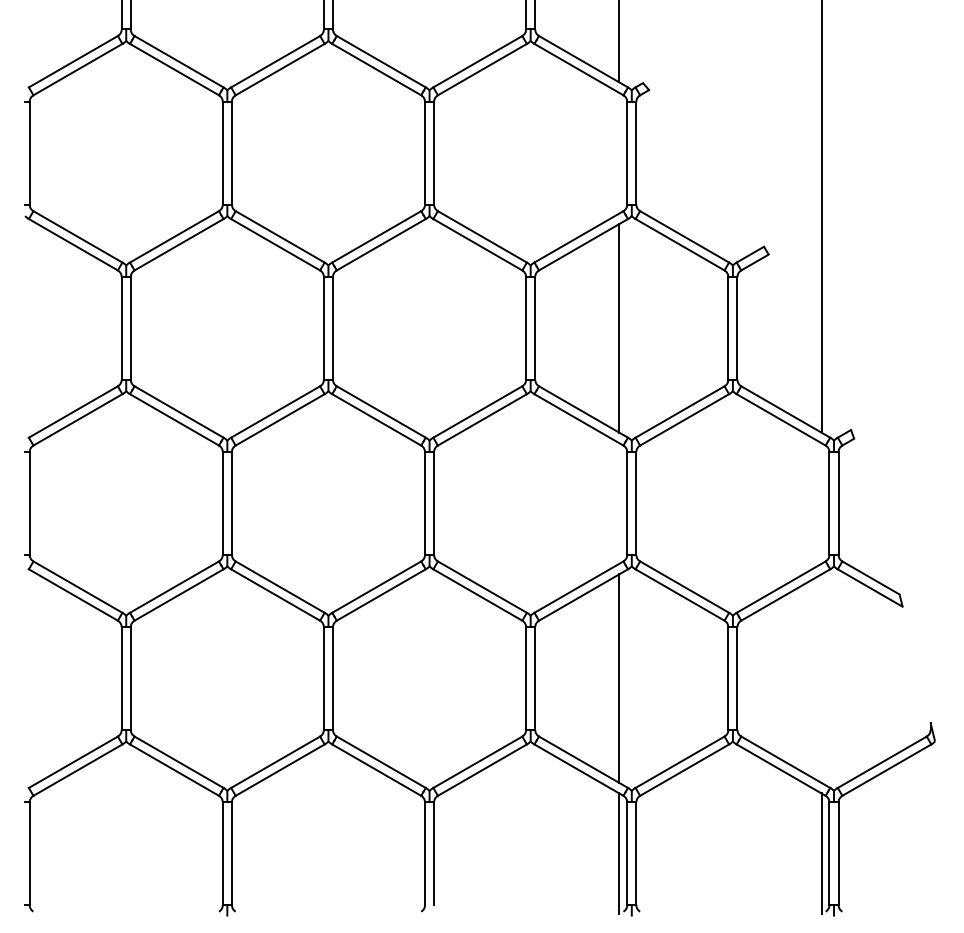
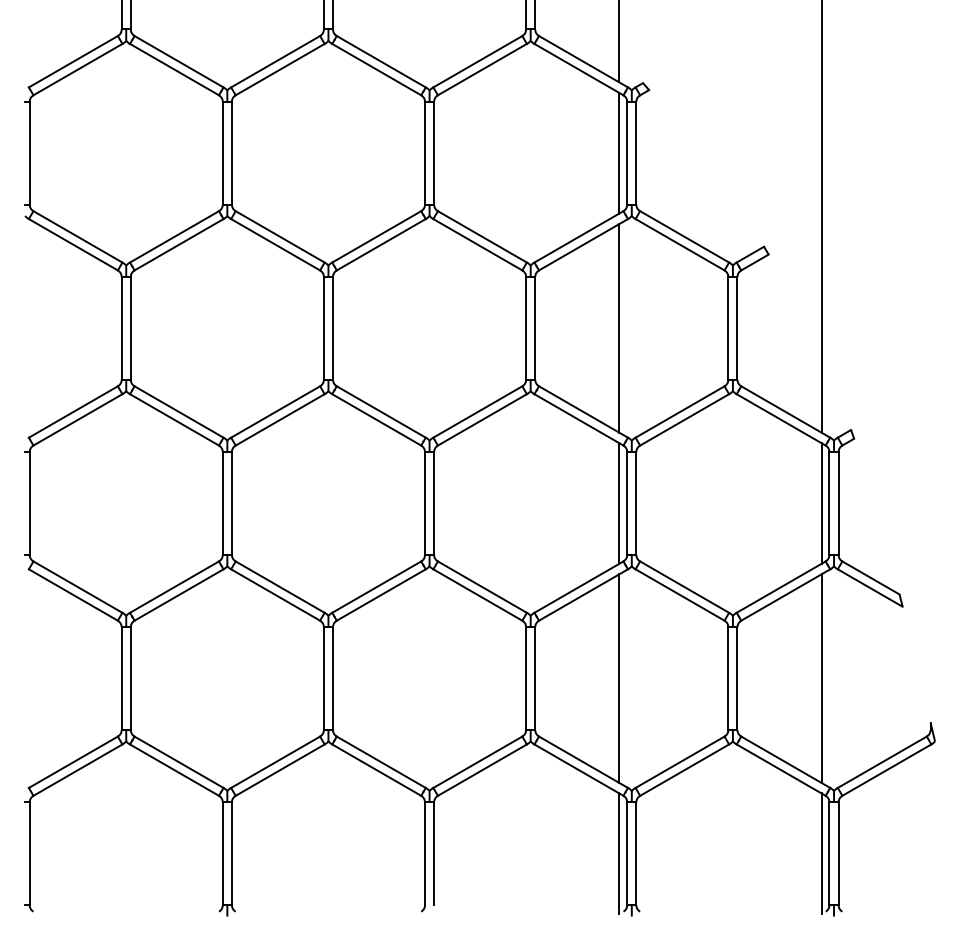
line at (619, 152): none -> present
line at (619, 503): none -> present
line at (821, 503): none -> present
line at (821, 678): none -> present
